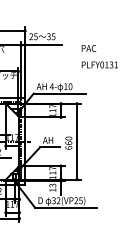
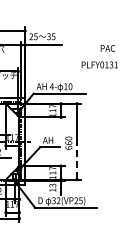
text at (88, 48) position: (88, 48) -> (107, 48)
line at (77, 160): solid -> dashed
